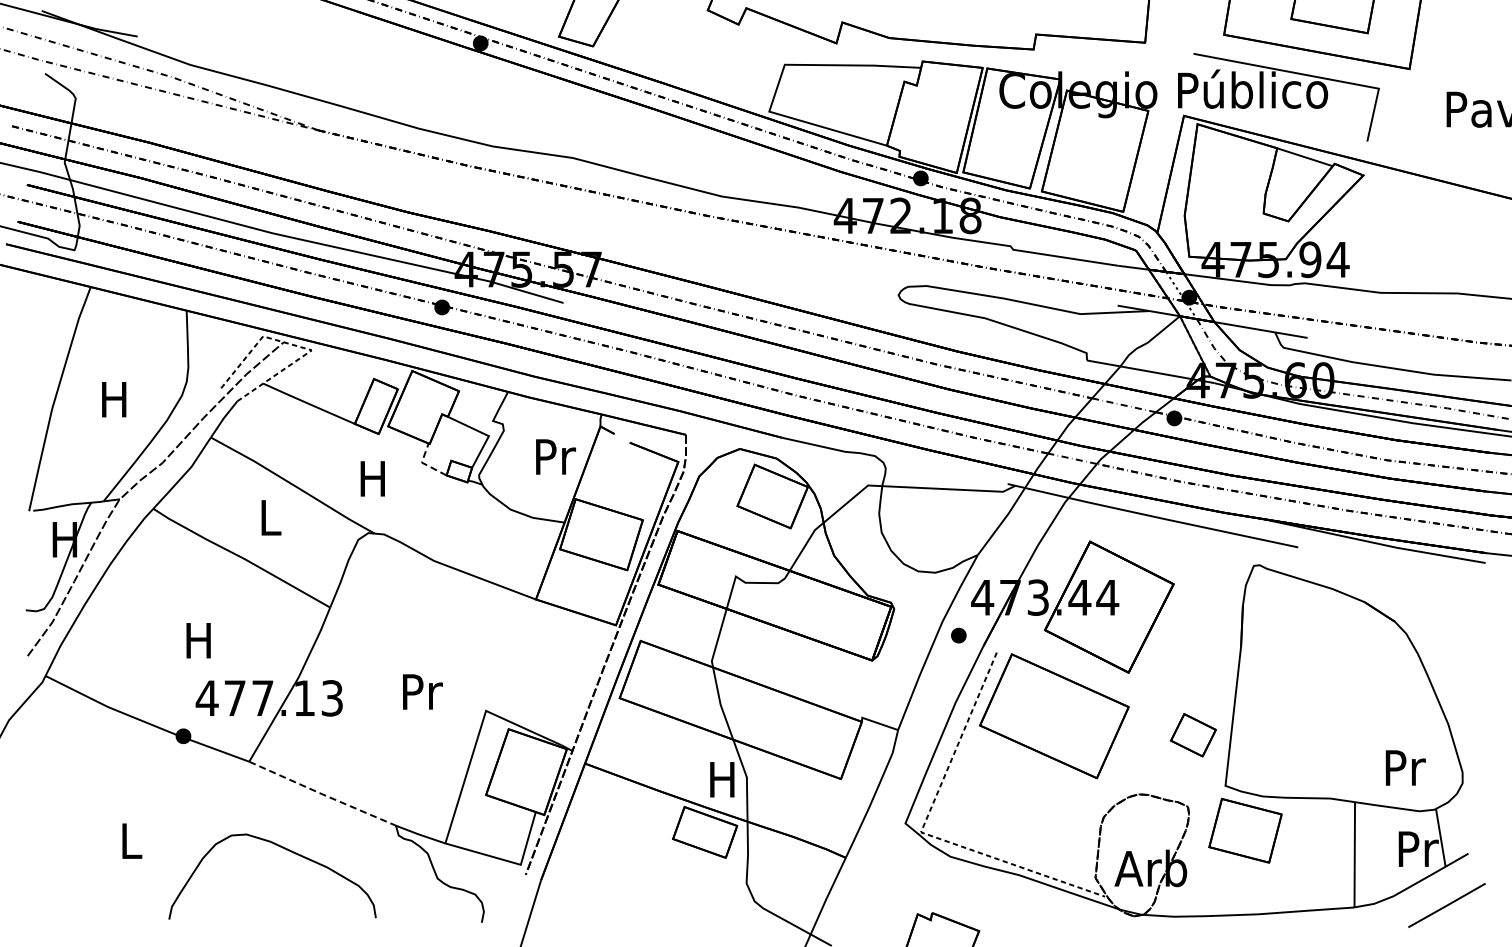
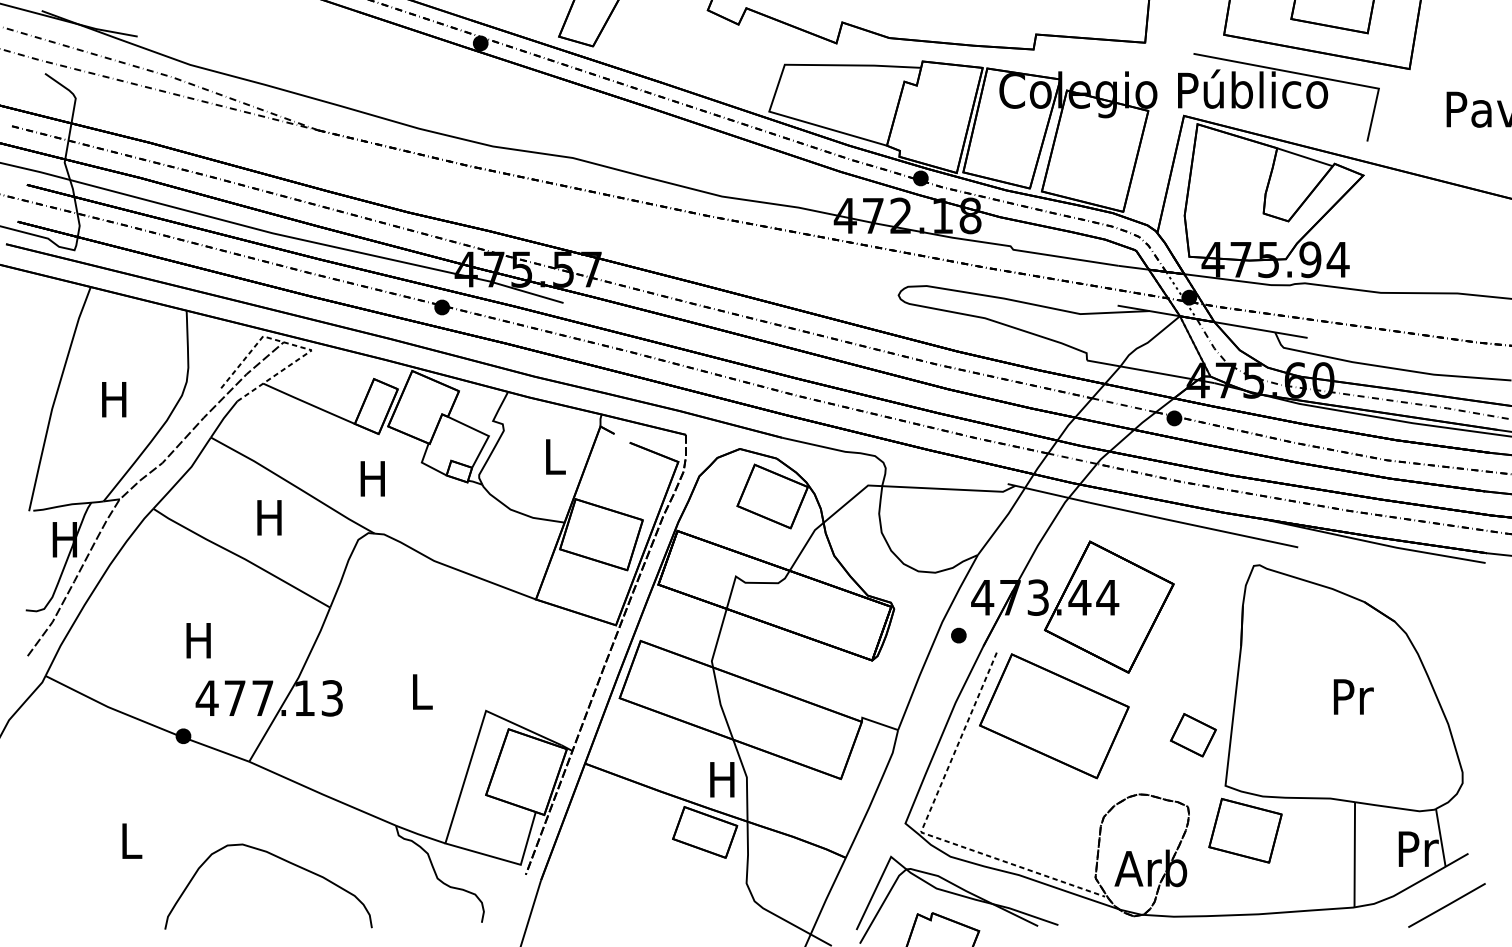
text at (556, 456): Pr -> L
line at (424, 463): dashed -> solid
text at (269, 517): L -> H
text at (422, 691): Pr -> L
text at (1405, 767) position: (1405, 767) -> (1353, 696)
line at (321, 794): dashed -> solid
curve at (286, 850) position: (286, 850) -> (282, 860)
part at (957, 899): none -> present
